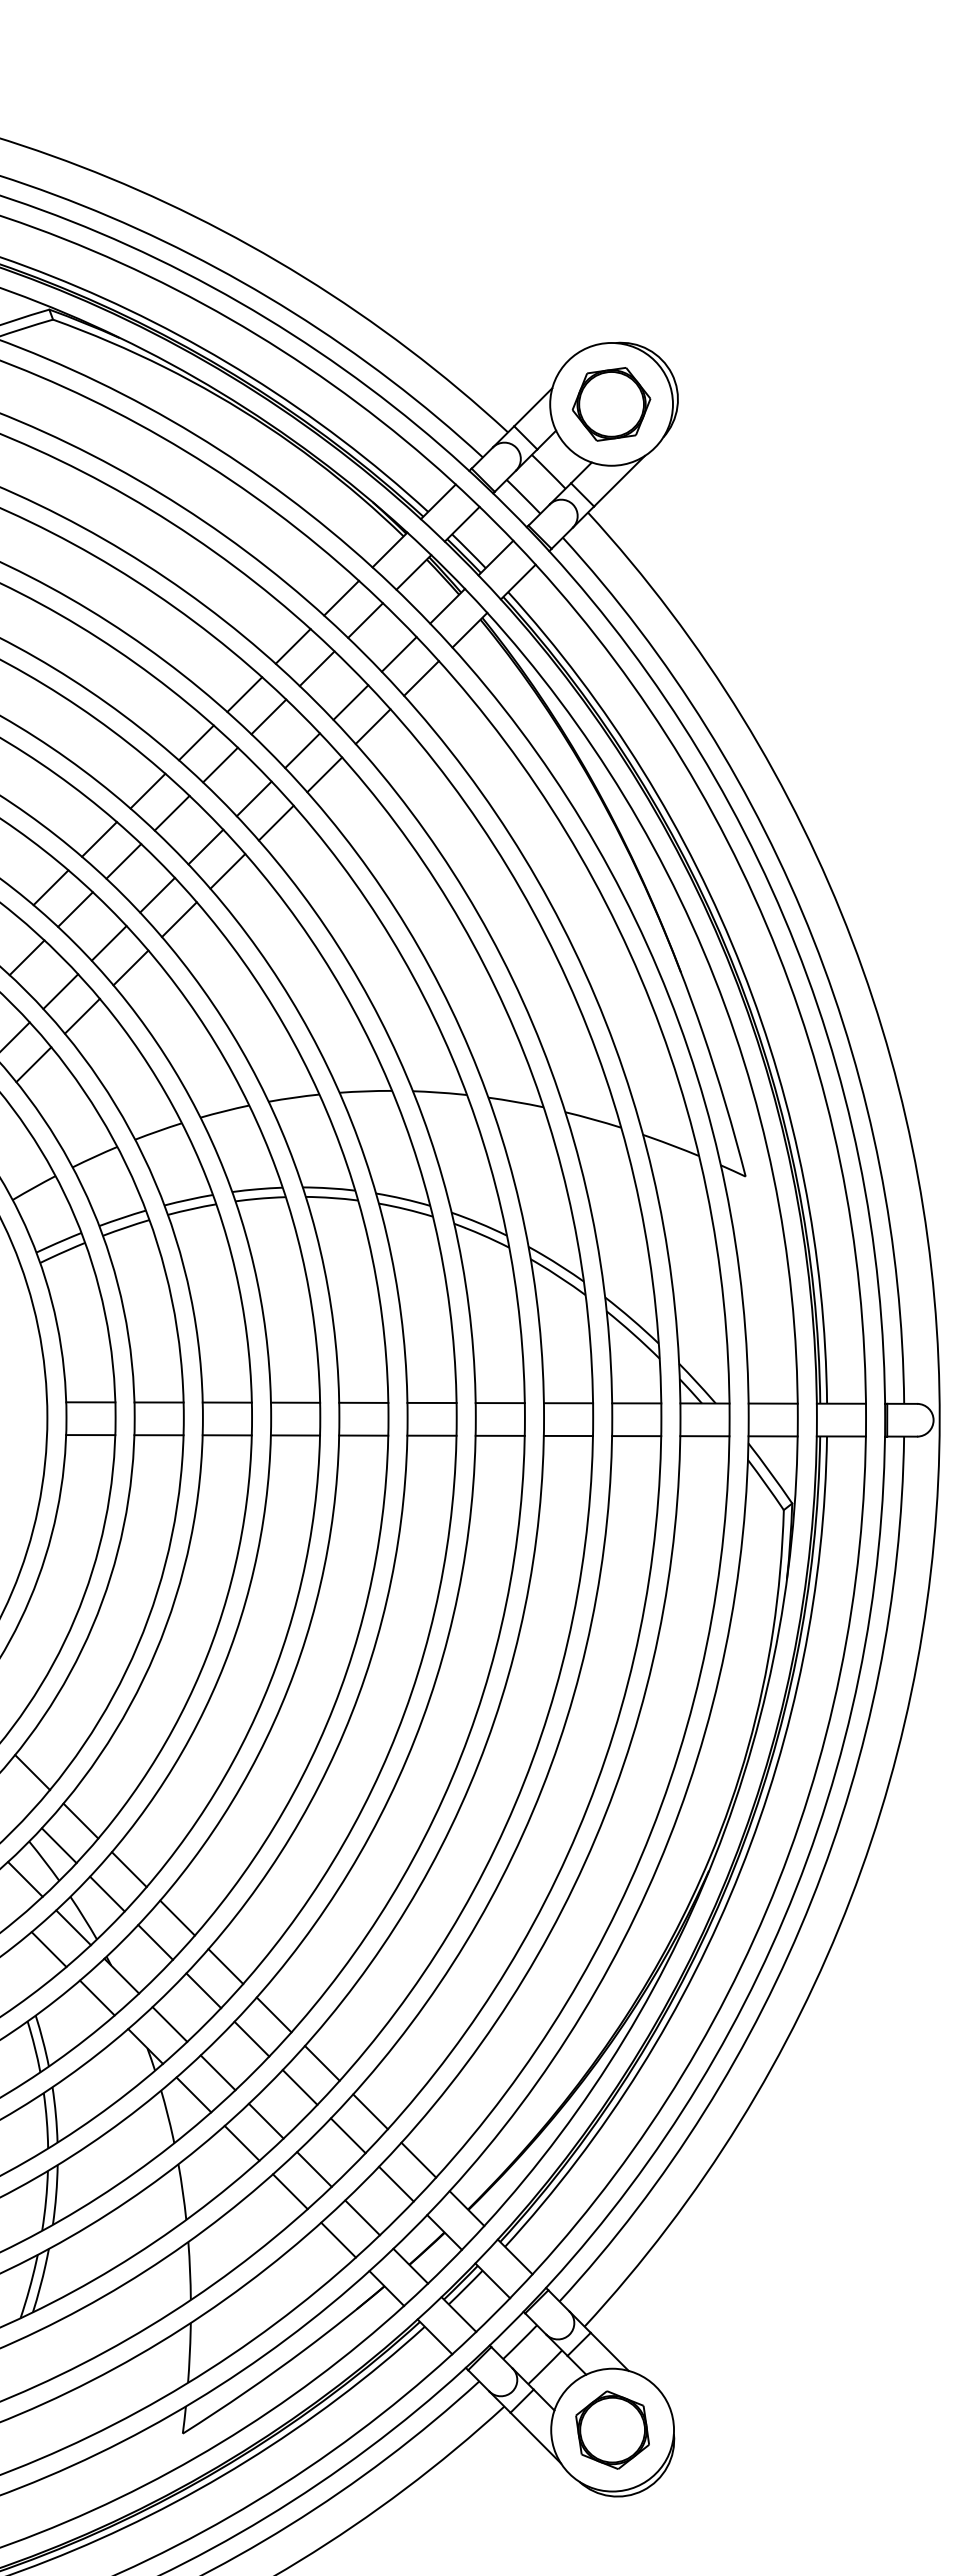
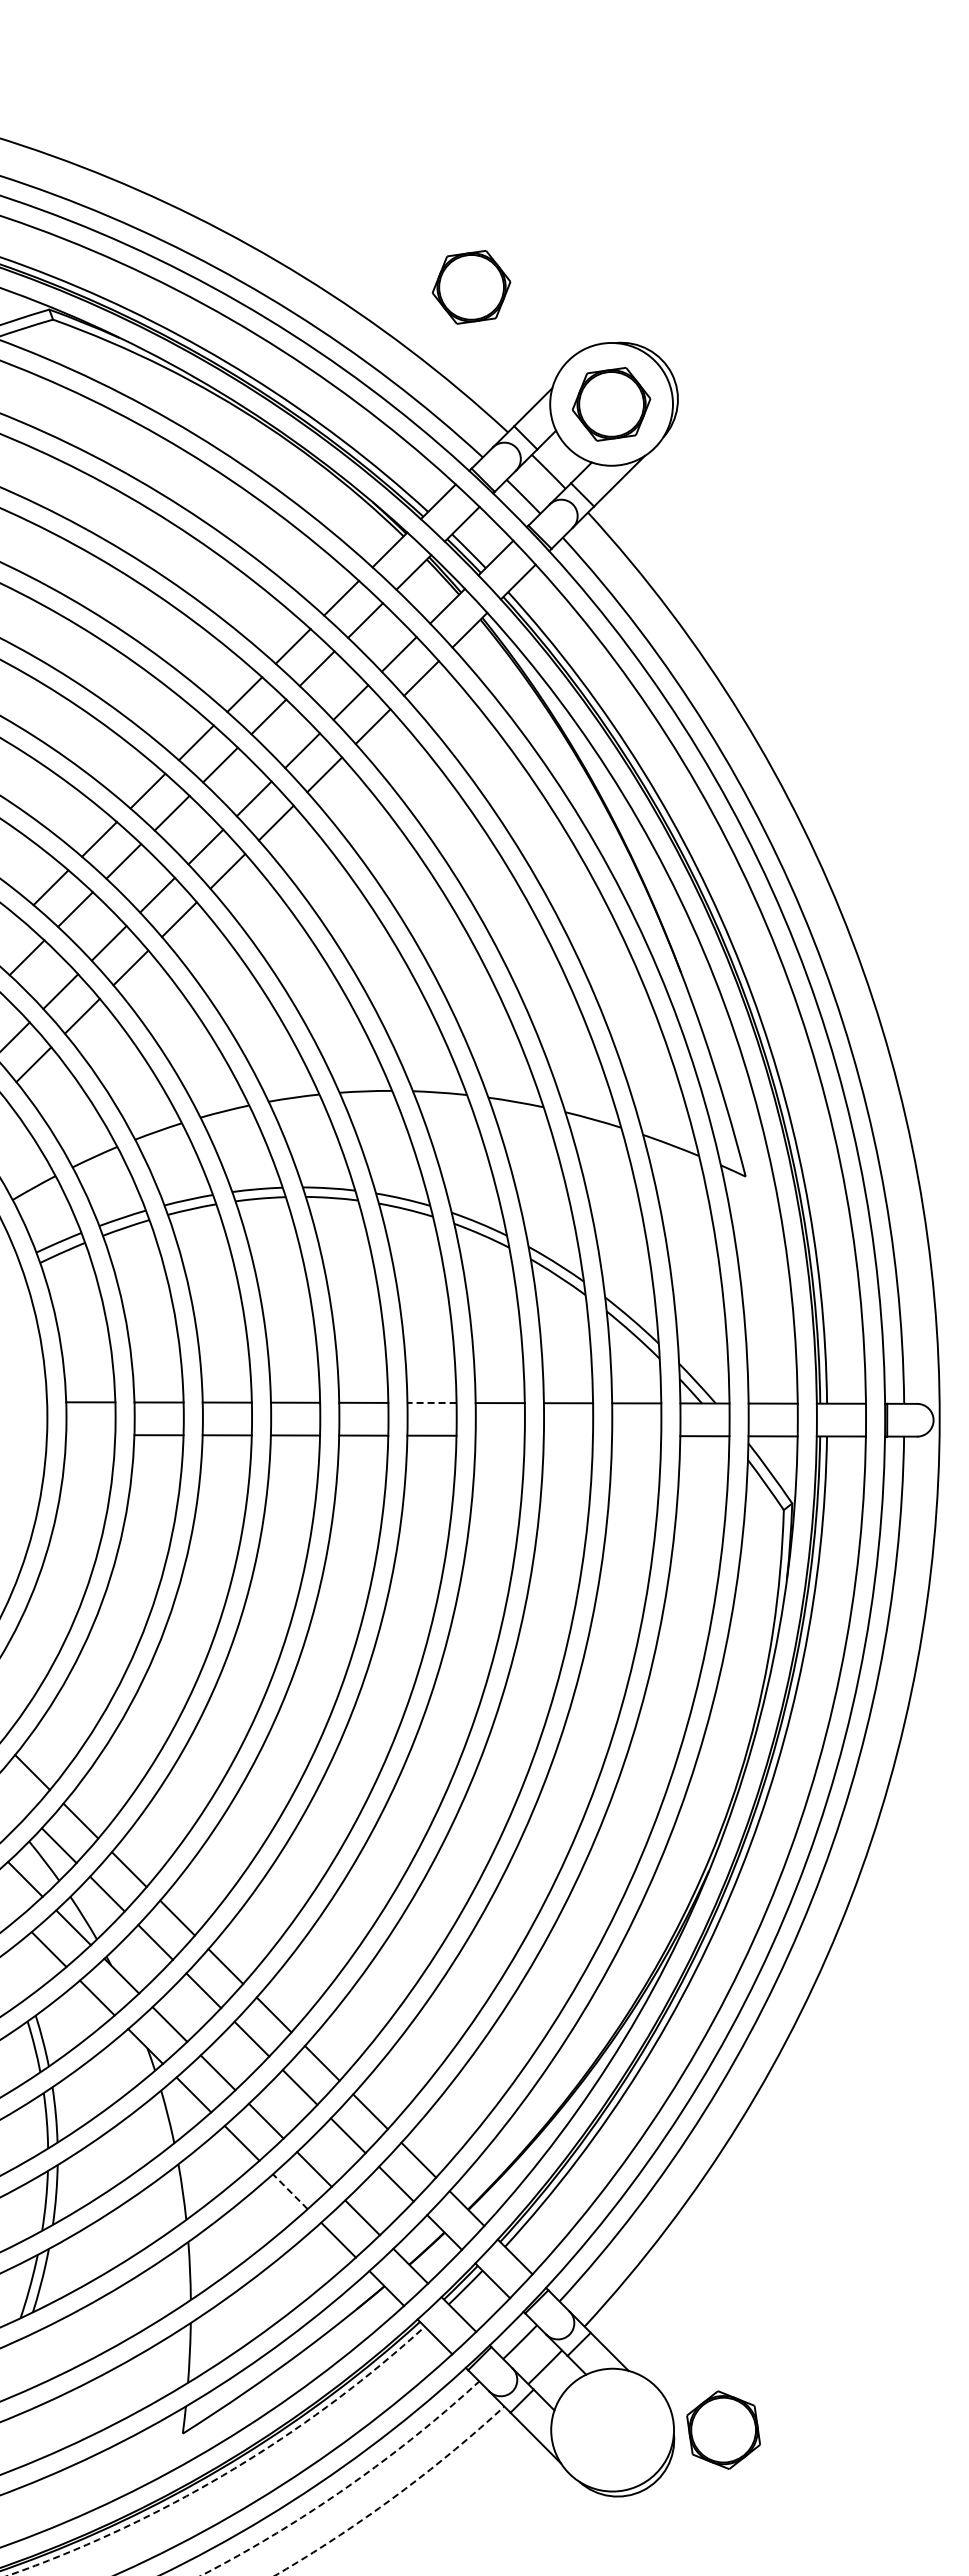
part at (471, 287): none -> present
line at (432, 1402): solid -> dashed
line at (90, 1435): present -> none
line at (499, 1435): present -> none
line at (568, 1435): present -> none
line at (636, 1436): present -> none
line at (290, 2191): solid -> dashed
part at (612, 2429) position: (612, 2429) -> (723, 2429)
arc at (228, 2472): solid -> dashed
arc at (346, 2487): solid -> dashed
arc at (395, 2496): solid -> dashed
